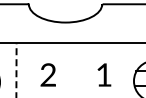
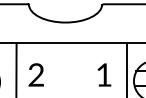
line at (127, 69): none -> present
line at (16, 70): dashed -> solid
text at (47, 74) position: (47, 74) -> (35, 74)
